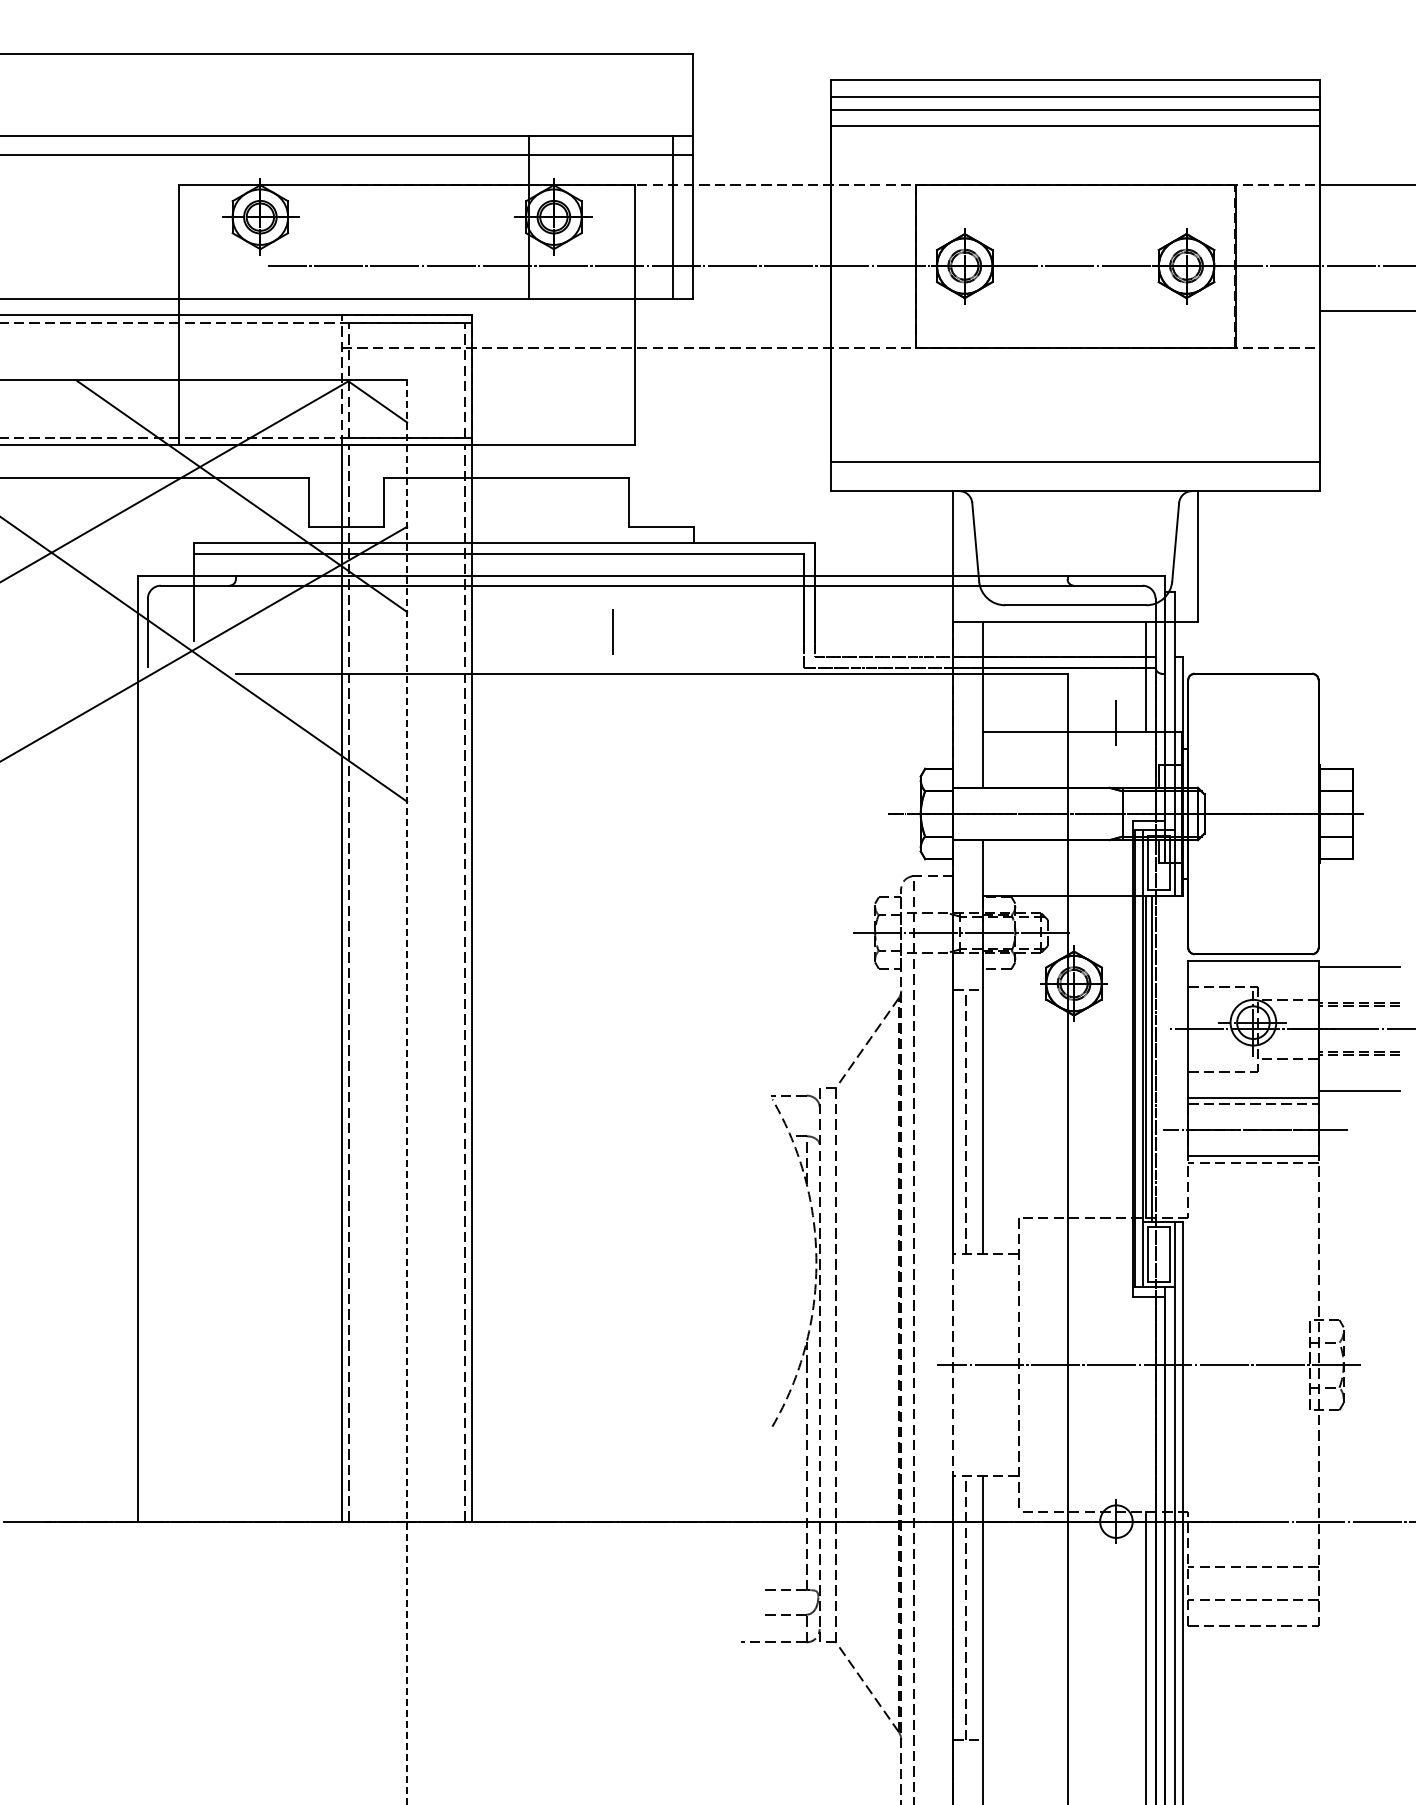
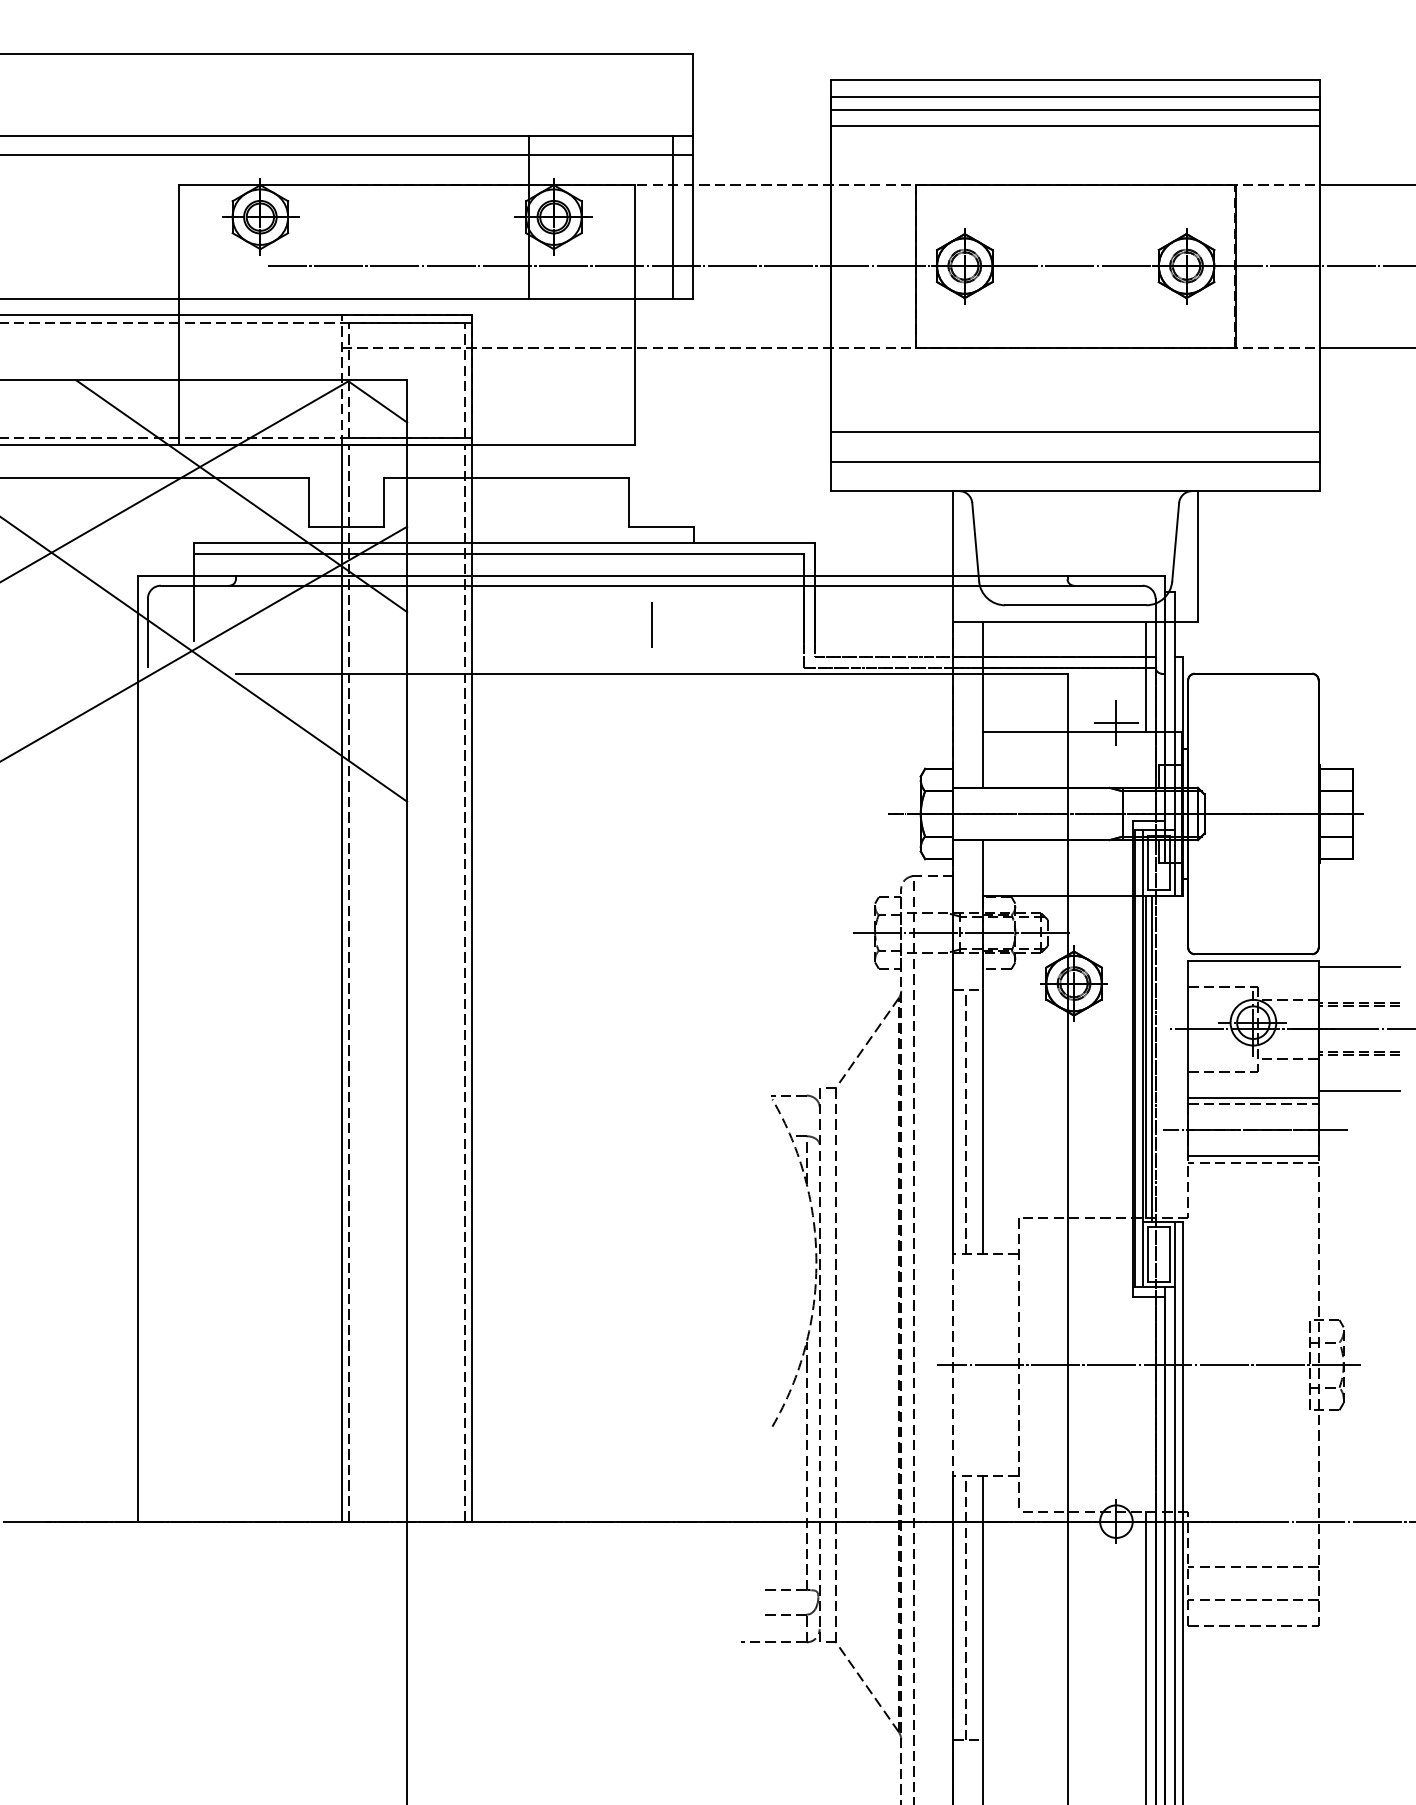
line at (1366, 310) position: (1366, 310) -> (1366, 347)
line at (1075, 432): none -> present
line at (612, 631) position: (612, 631) -> (651, 624)
line at (1116, 722): none -> present
line at (407, 1092): dashed -> solid
